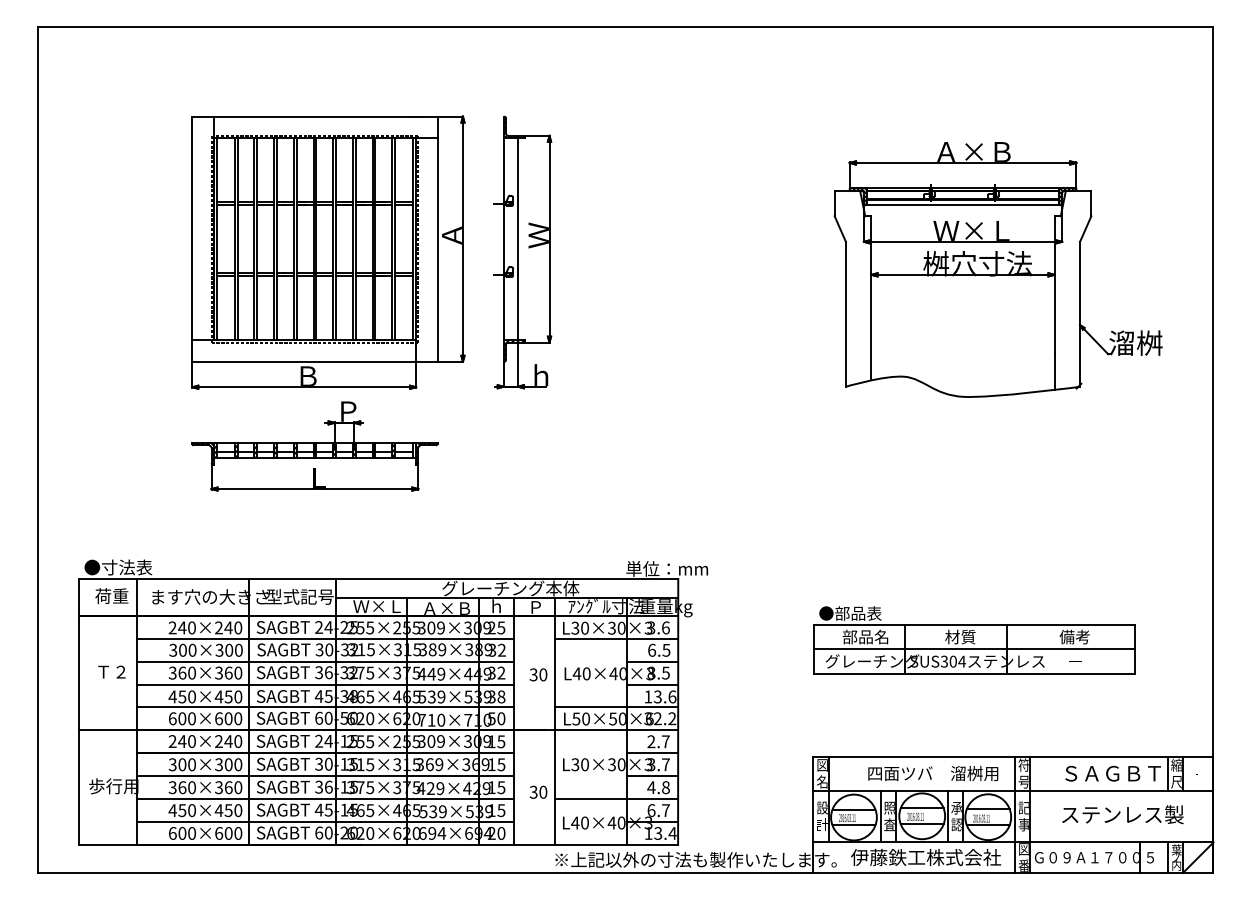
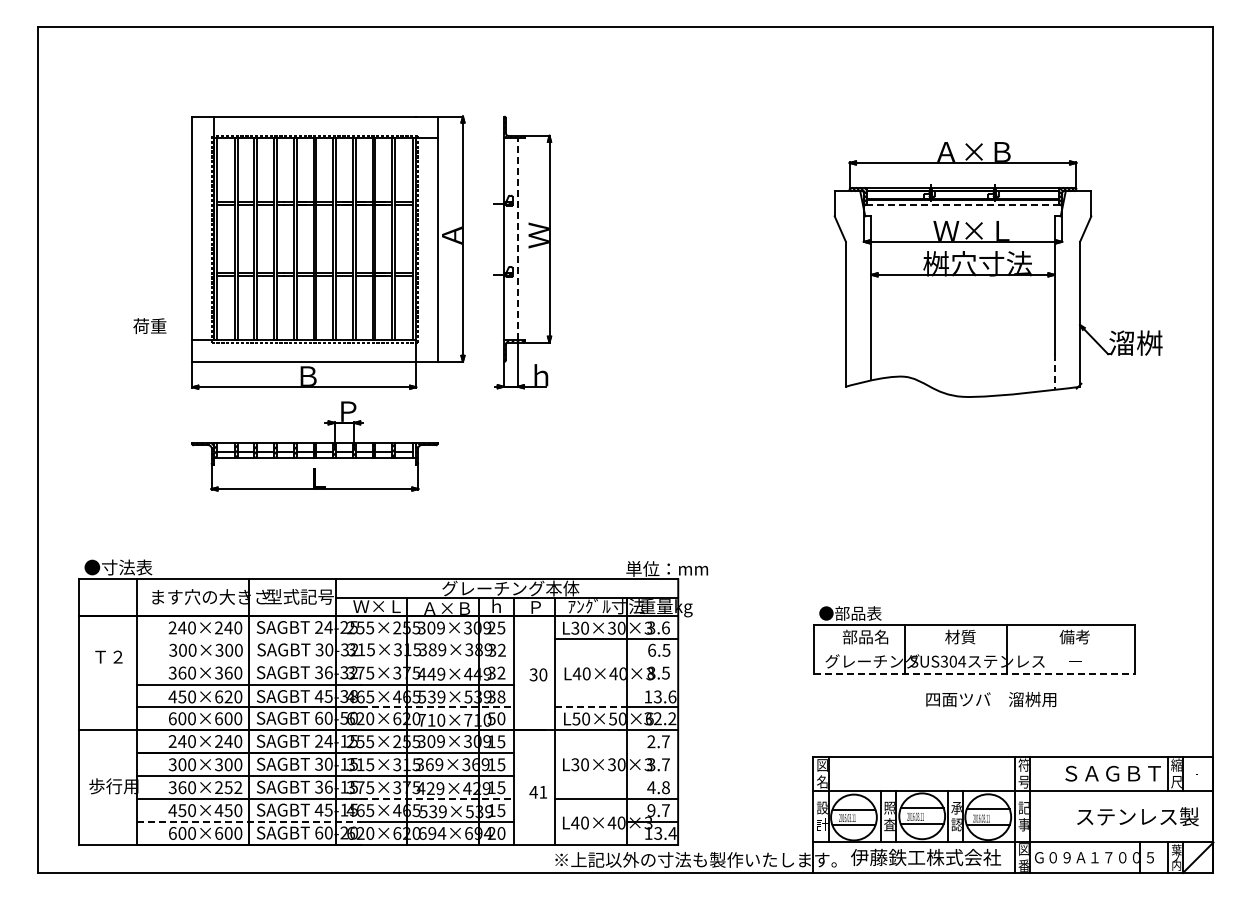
line at (963, 205): solid -> dashed
line at (517, 238): solid -> dashed
line at (1054, 372): solid -> dashed
text at (111, 596) position: (111, 596) -> (149, 326)
line at (325, 638): present -> none
line at (973, 649): present -> none
line at (325, 661): present -> none
line at (652, 661): present -> none
text at (111, 671) position: (111, 671) -> (108, 656)
line at (974, 673): solid -> dashed
line at (652, 684): present -> none
text at (223, 696): 450×450 -> 450×620
line at (438, 707): solid -> dashed
line at (591, 707): solid -> dashed
line at (652, 753): present -> none
text at (933, 773) position: (933, 773) -> (991, 699)
line at (652, 776): present -> none
text at (228, 787): 360×360 -> 360×252
text at (538, 791): 30 -> 41
line at (438, 799): solid -> dashed
text at (651, 810): 6.7 -> 9.7
text at (1122, 814) position: (1122, 814) -> (1137, 816)
line at (249, 822): solid -> dashed
